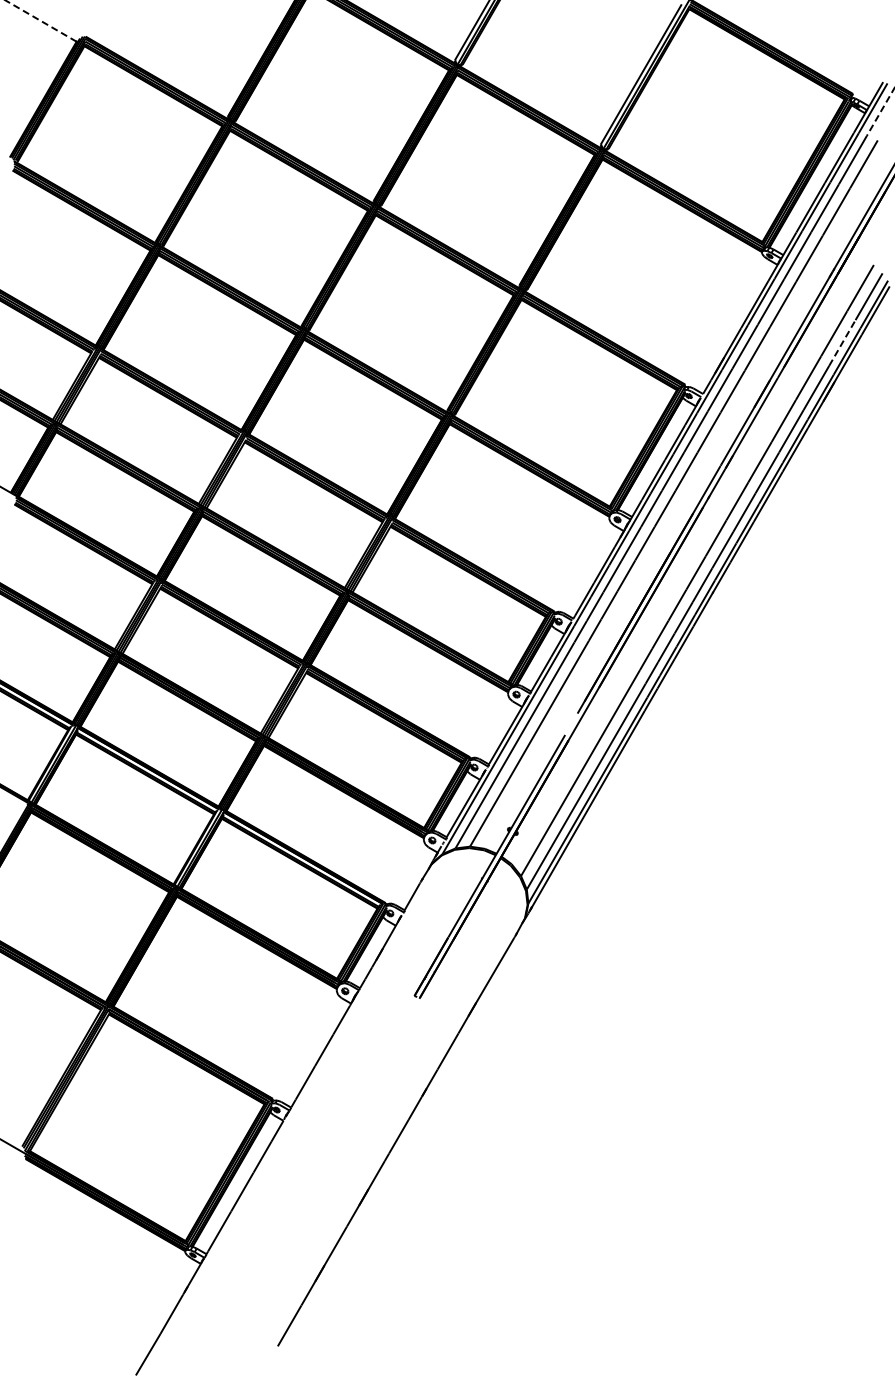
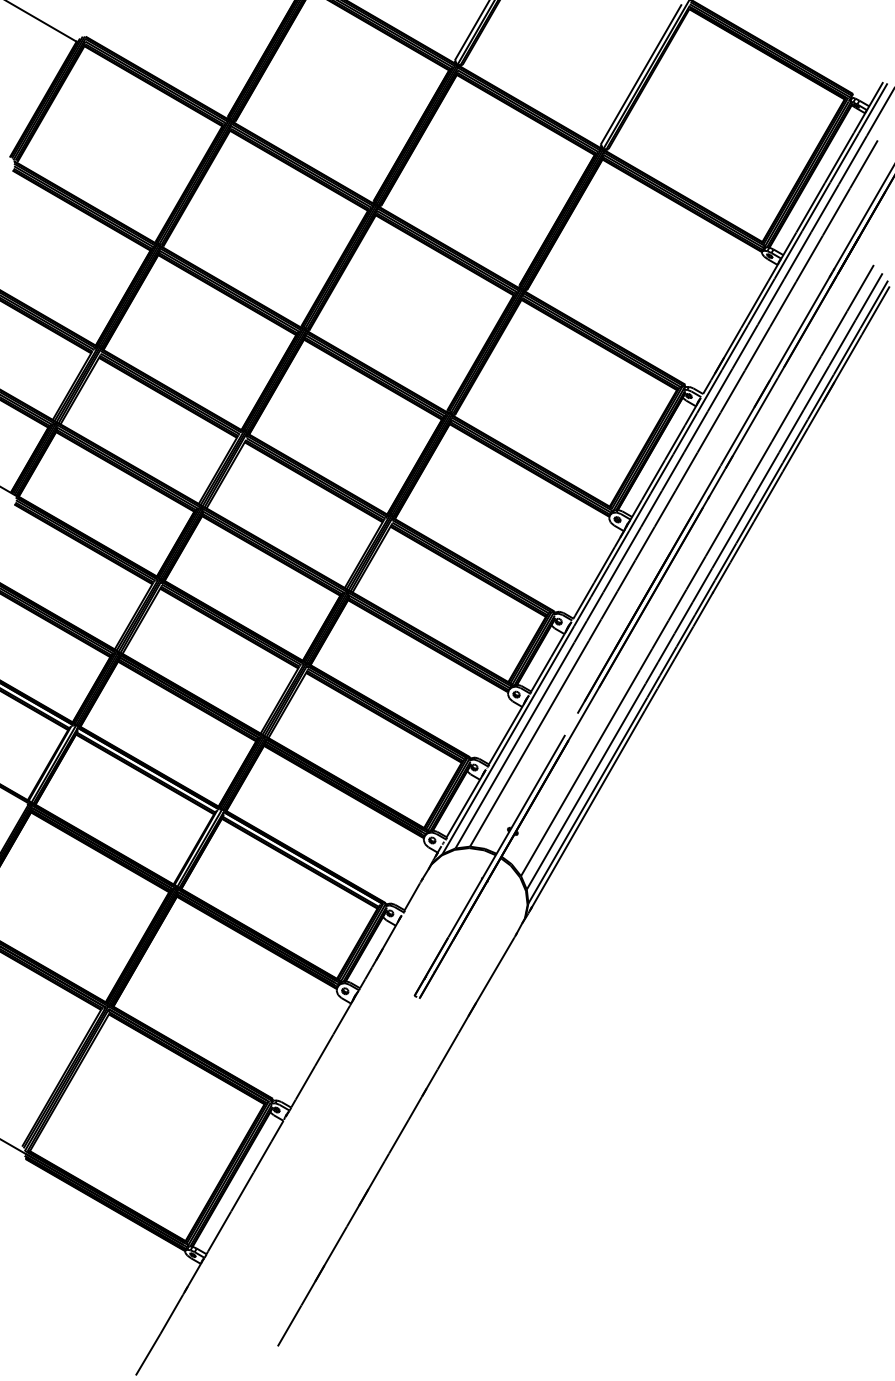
line at (40, 20): dashed -> solid
line at (880, 111): dashed -> solid
line at (842, 342): dashed -> solid
